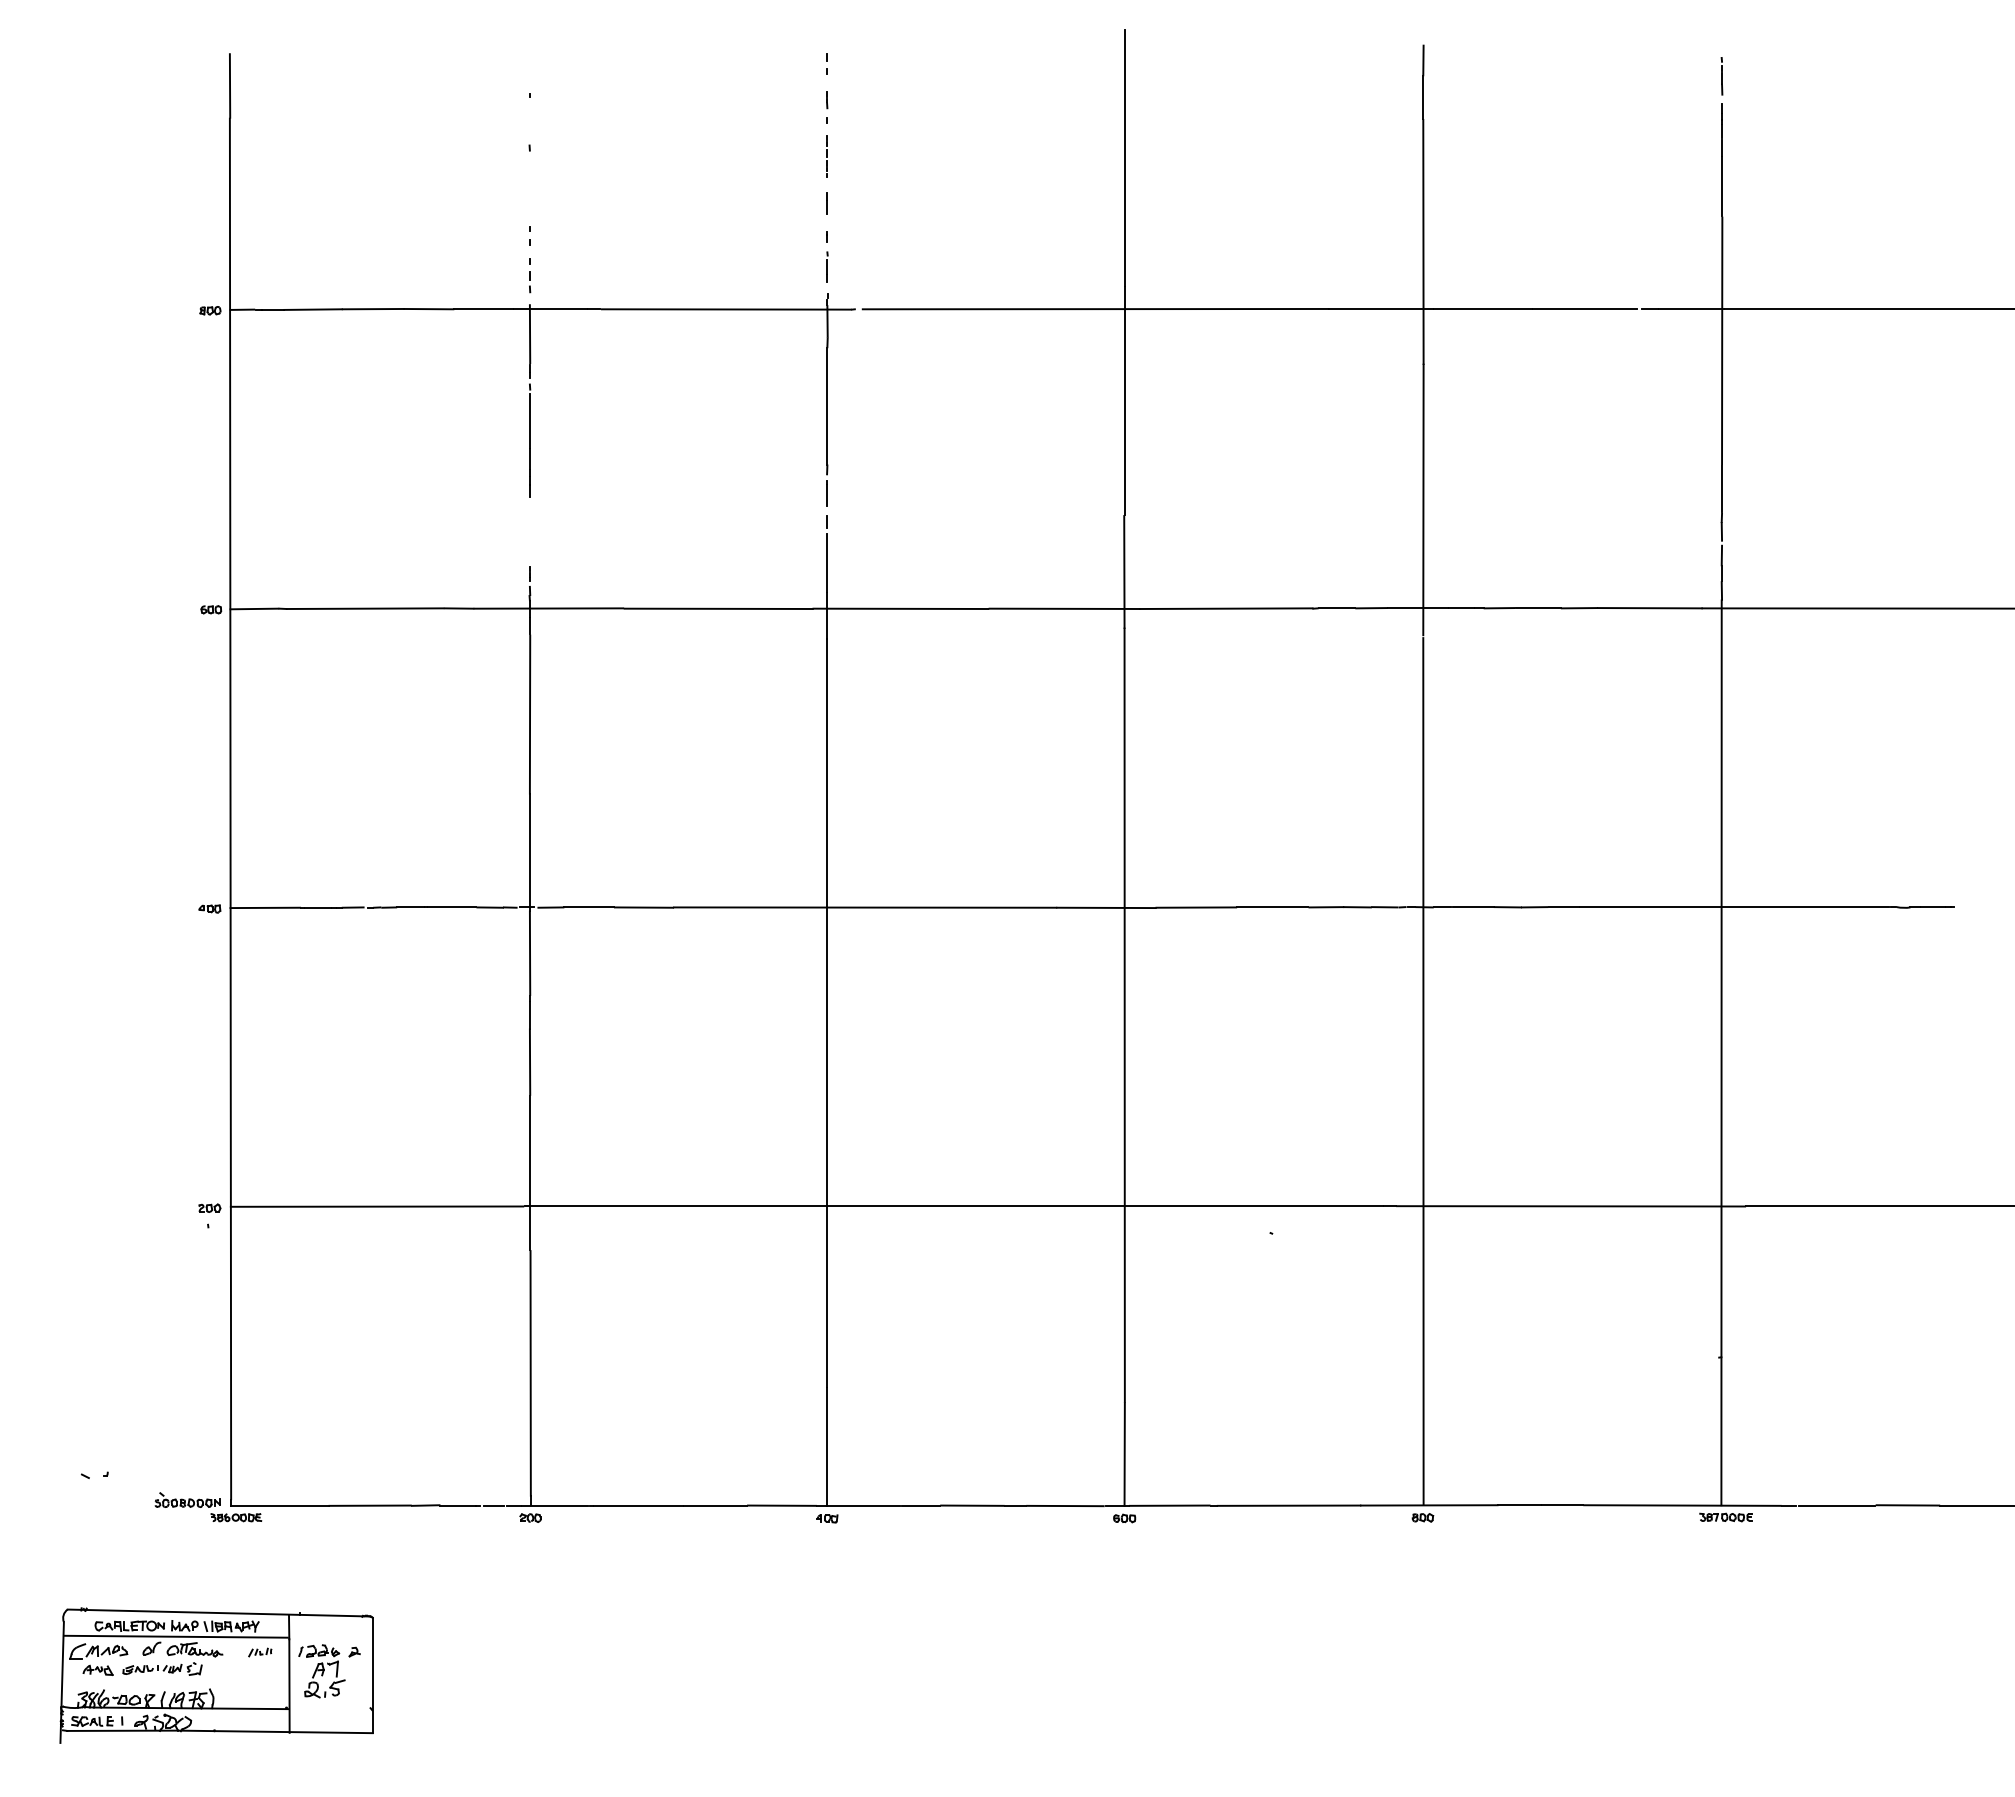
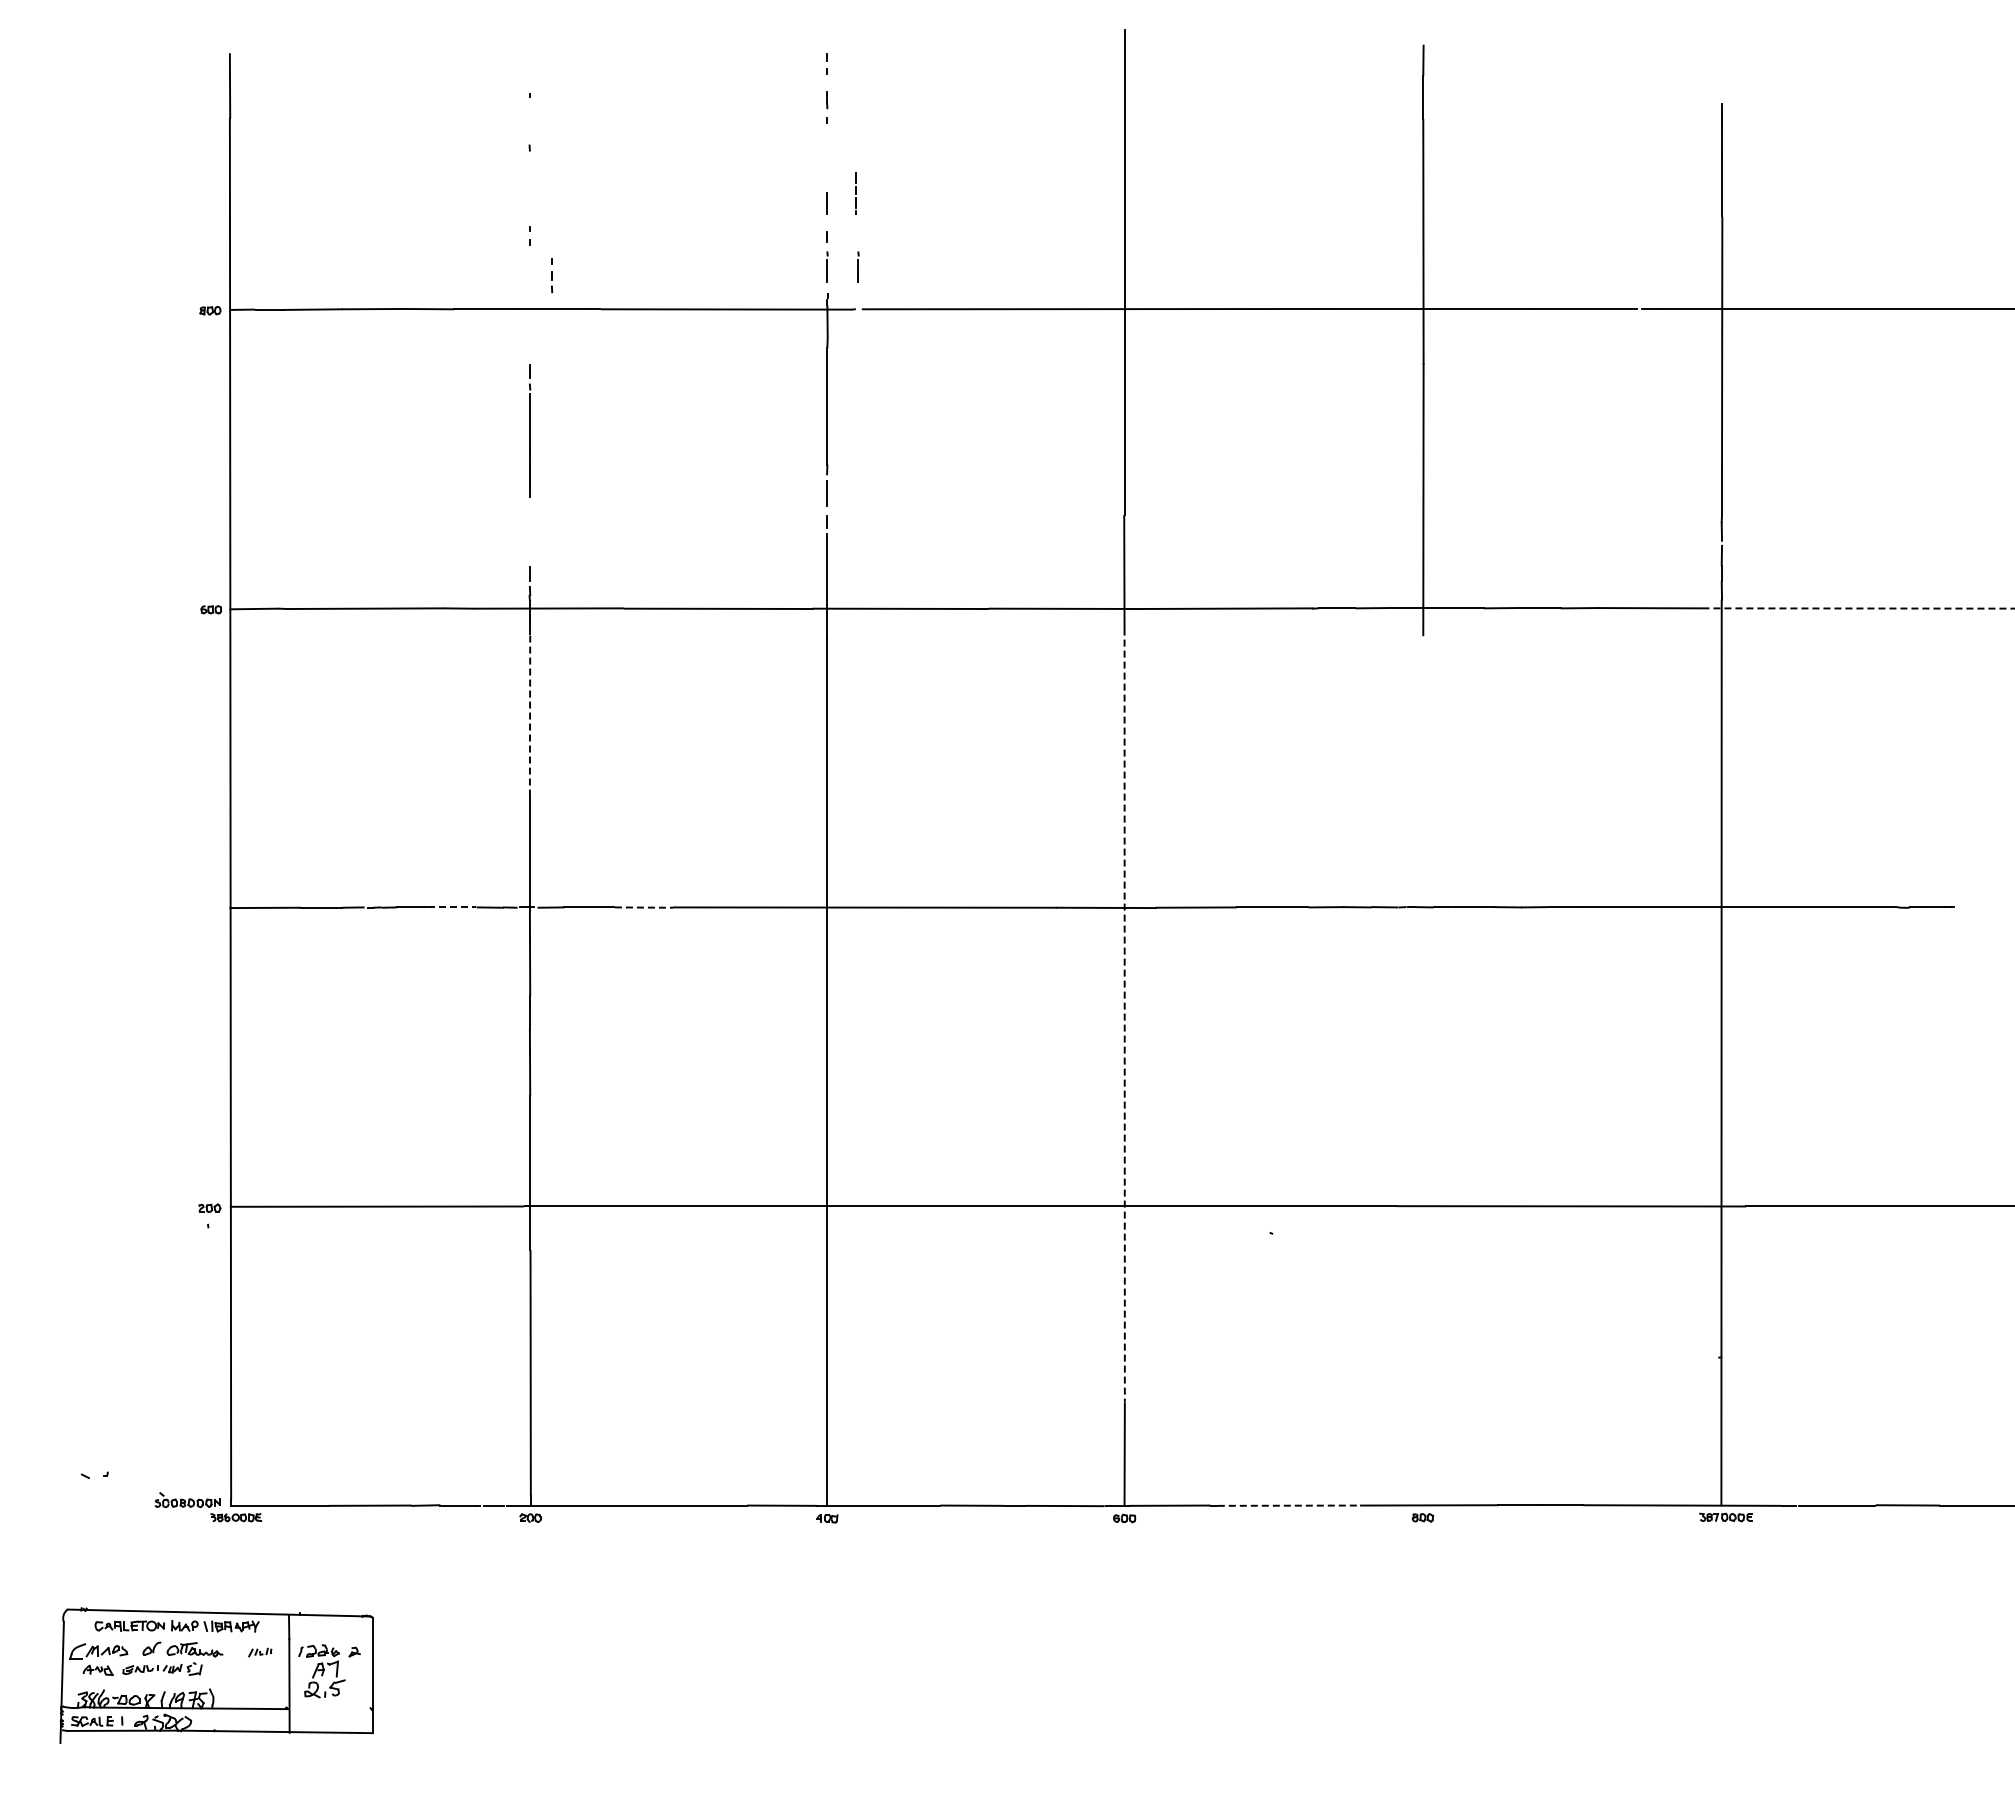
line at (1721, 76): present -> none
line at (826, 156) position: (826, 156) -> (855, 193)
line at (858, 266): none -> present
part at (530, 275) position: (530, 275) -> (552, 275)
line at (529, 334): present -> none
line at (1858, 608): solid -> dashed
line at (530, 715): solid -> dashed
line at (452, 907): solid -> dashed
line at (644, 907): solid -> dashed
part at (209, 908): present -> none
line at (1124, 1015): solid -> dashed
line at (1423, 1071): present -> none
line at (1289, 1505): solid -> dashed
line at (175, 1636): present -> none
